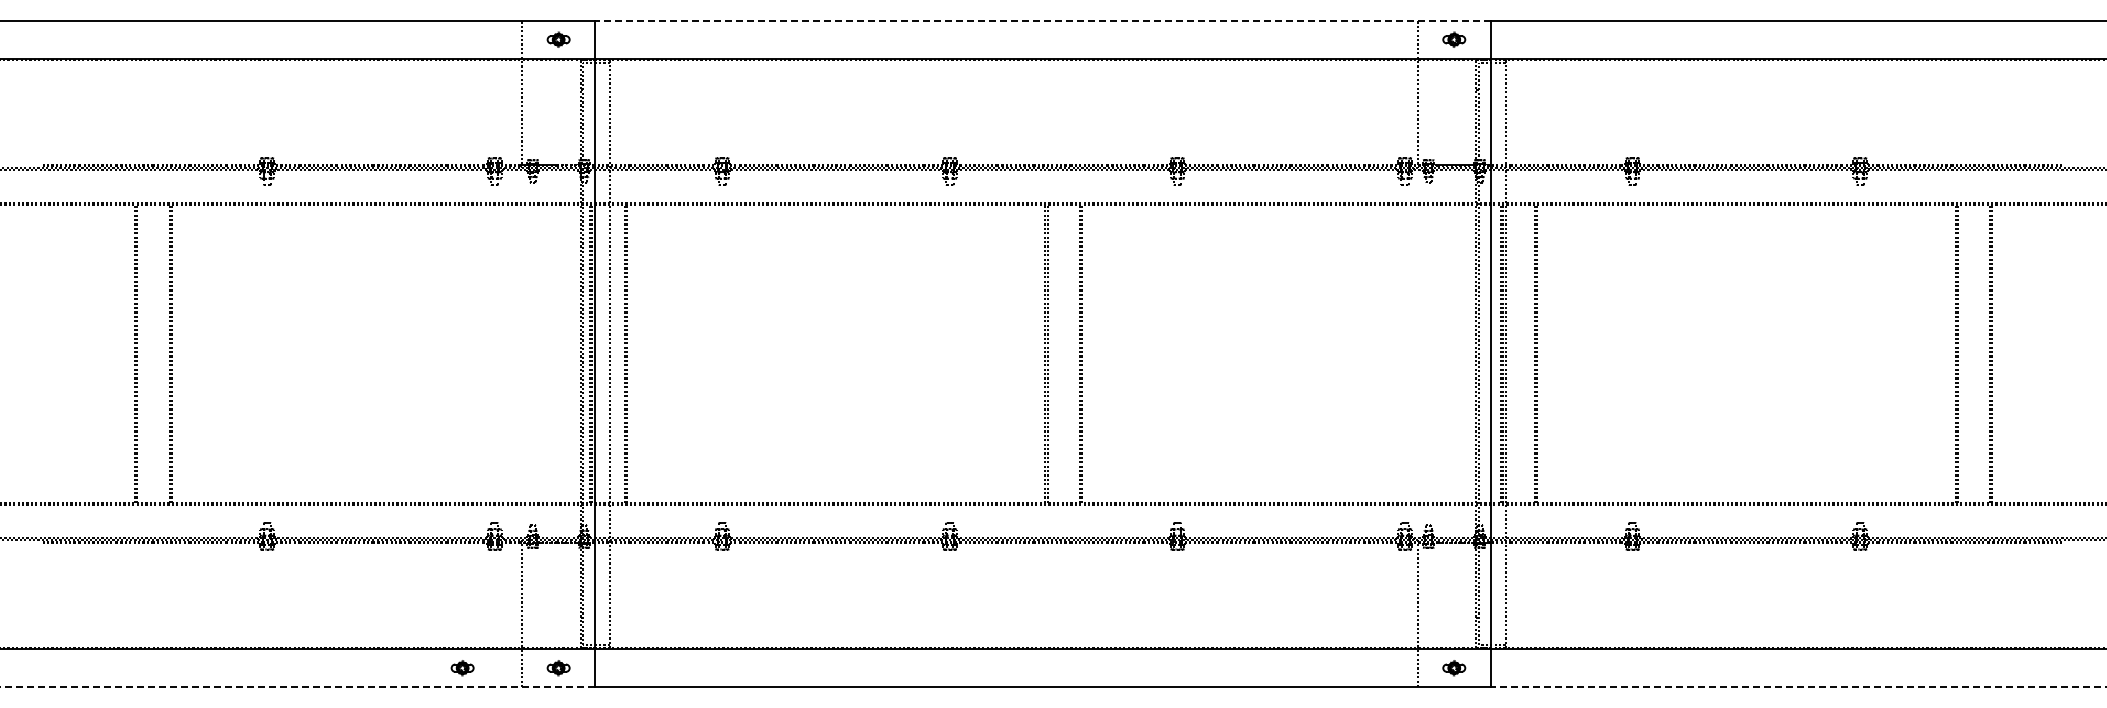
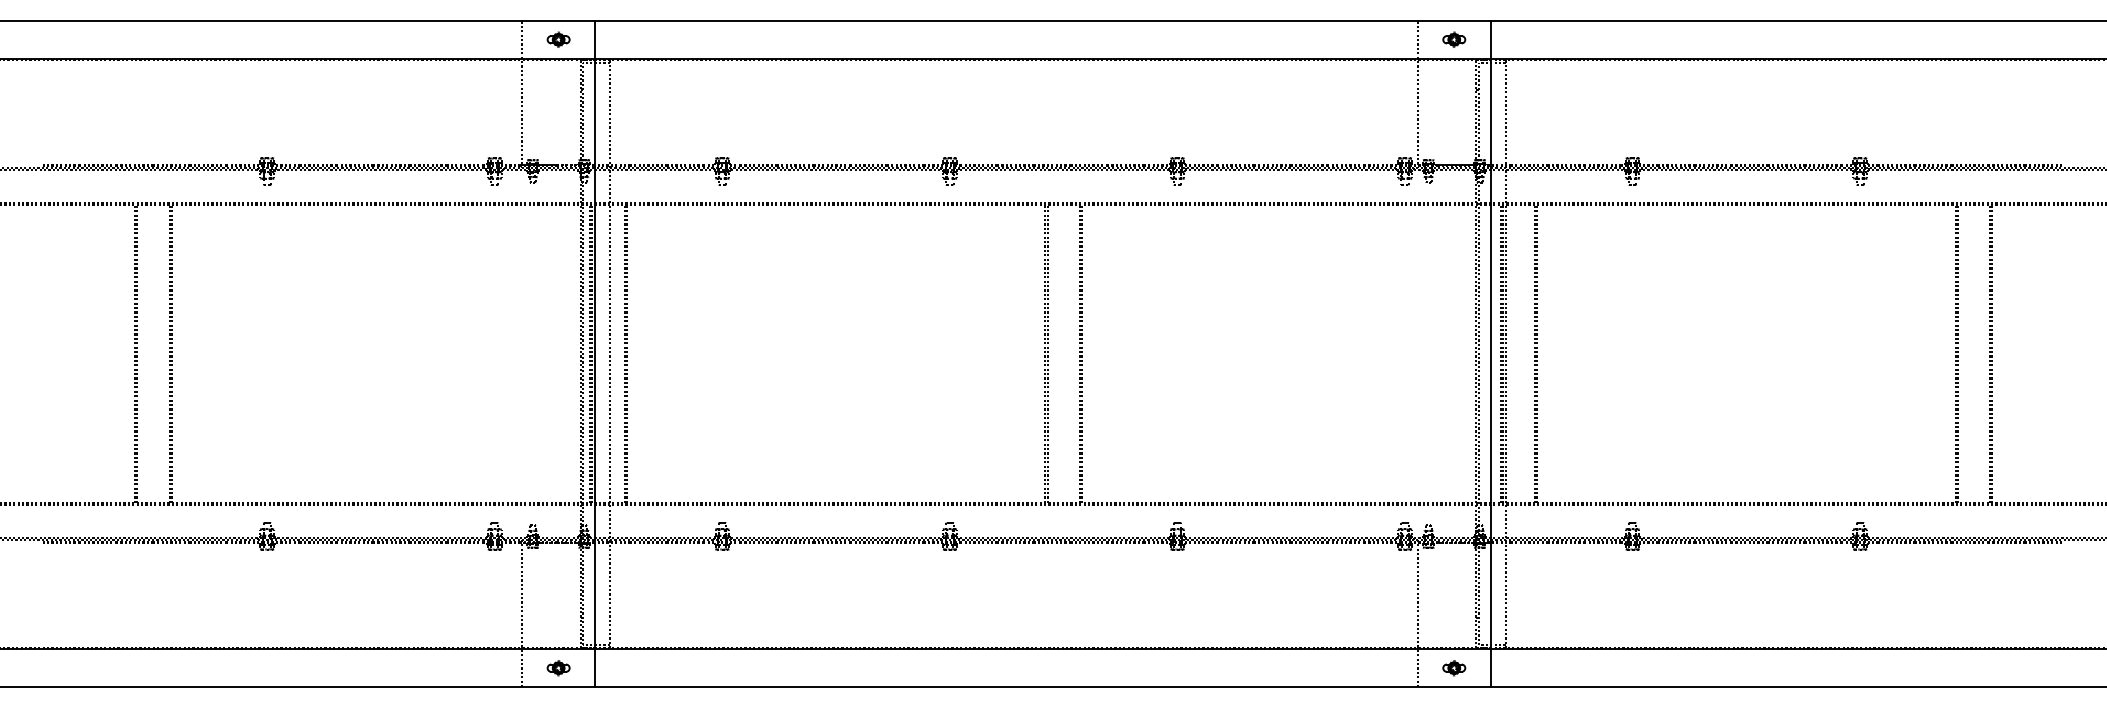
line at (1043, 21): dashed -> solid
part at (462, 668): present -> none
line at (297, 686): dashed -> solid
line at (1798, 686): dashed -> solid
